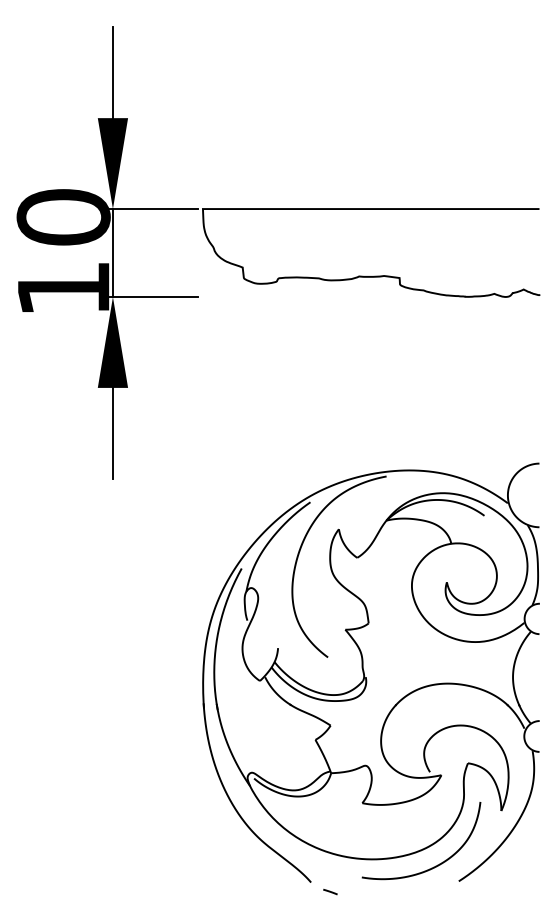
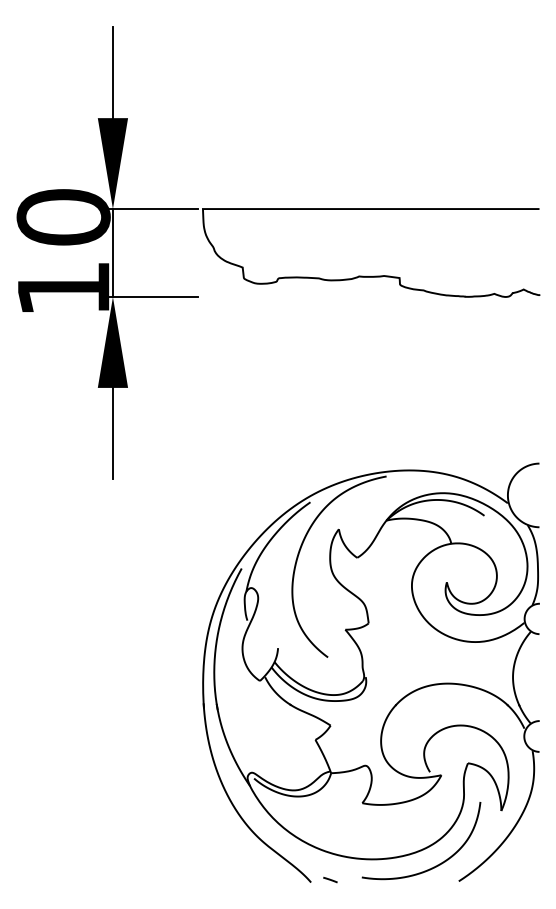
line at (330, 891) position: (330, 891) -> (330, 879)
